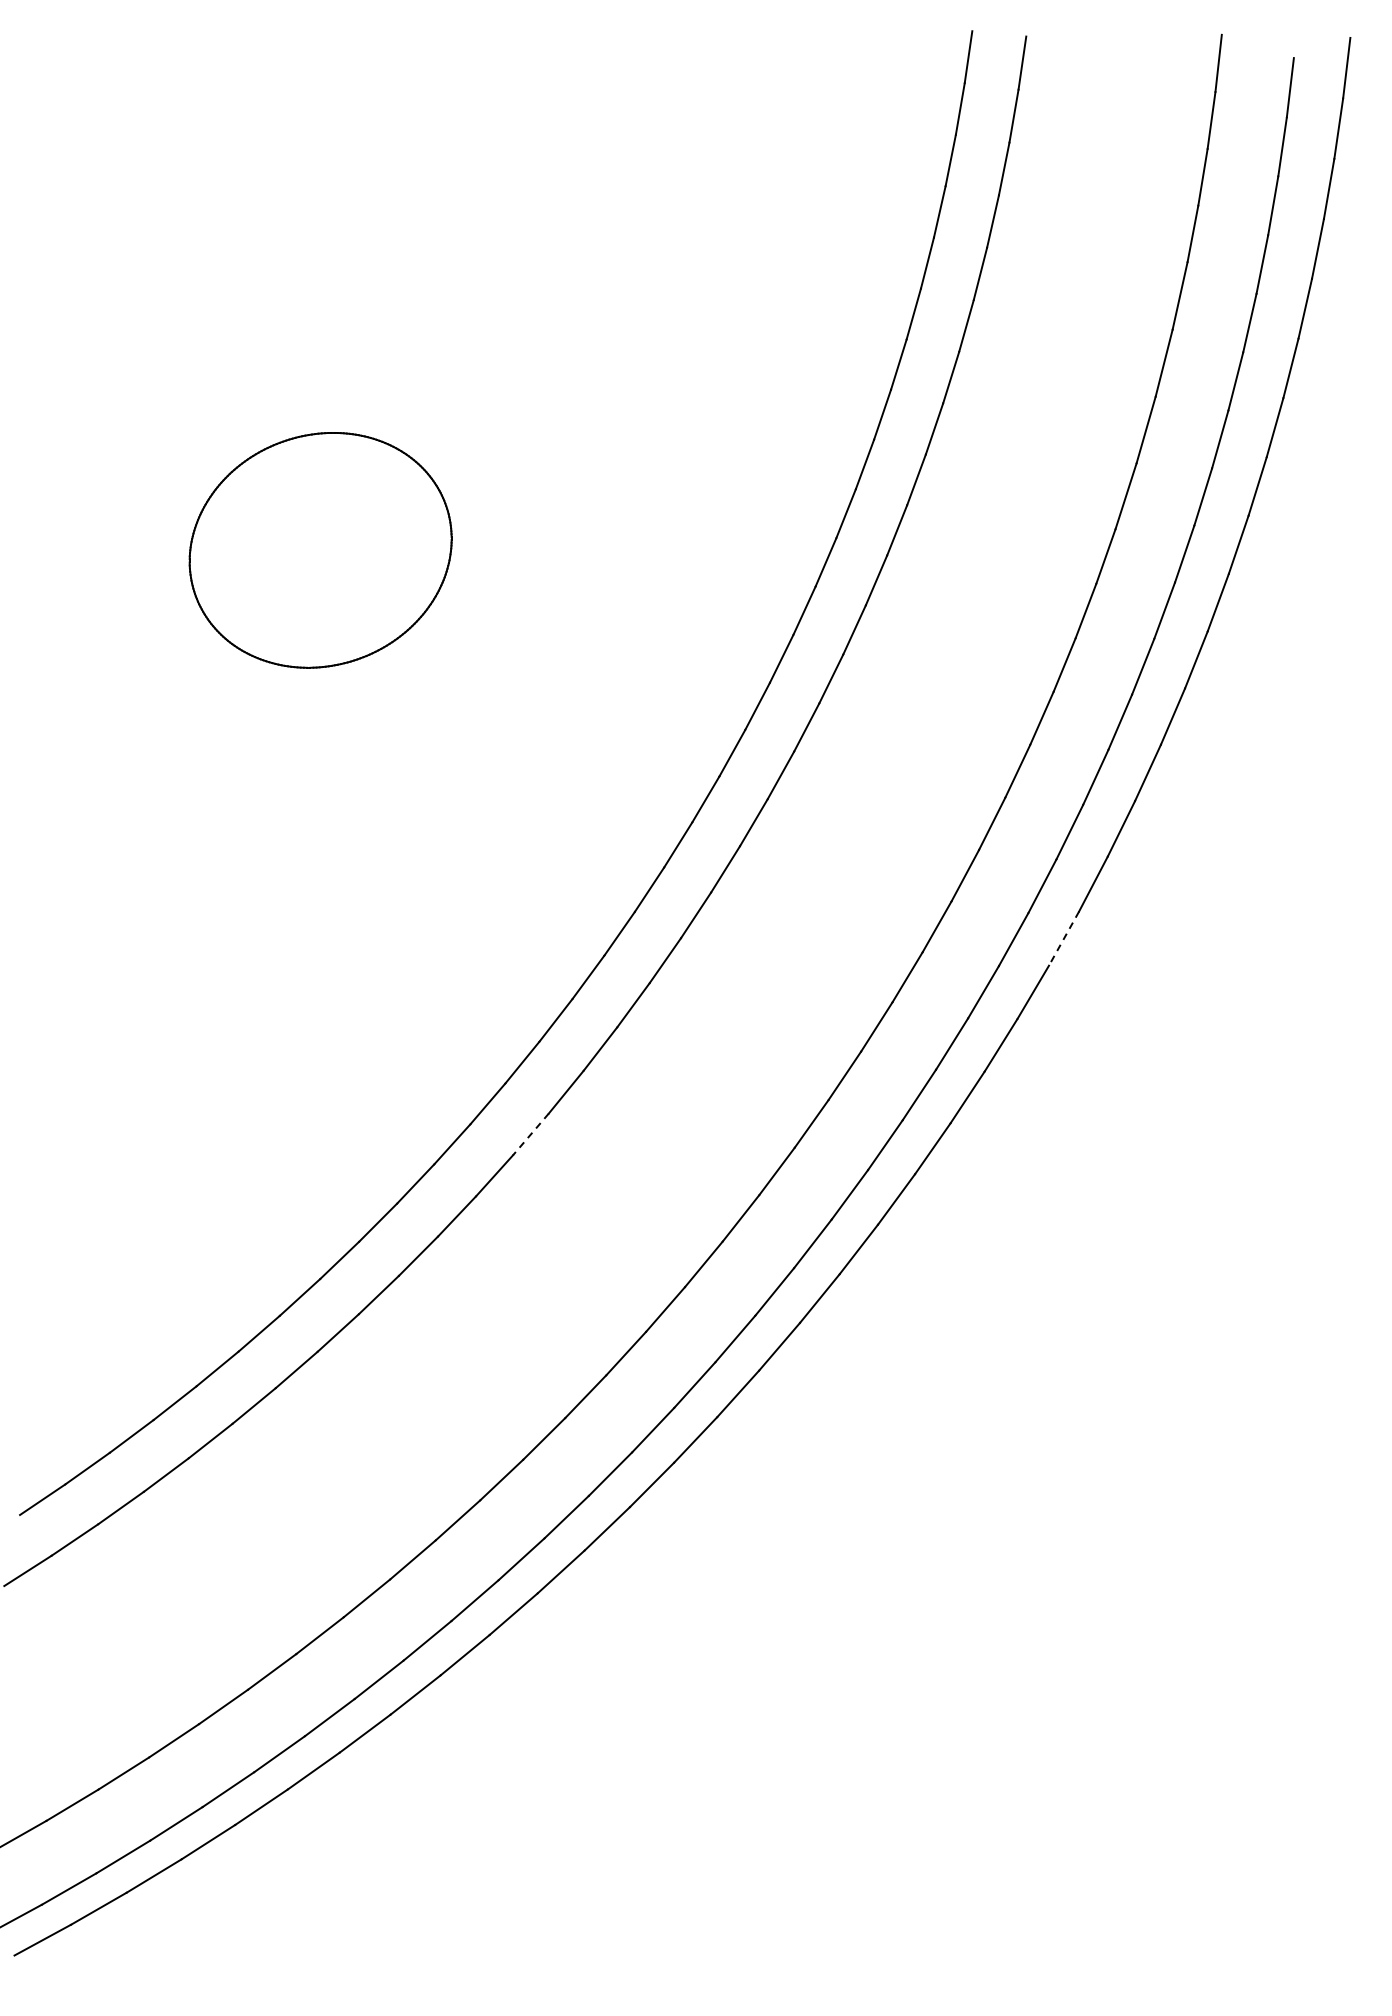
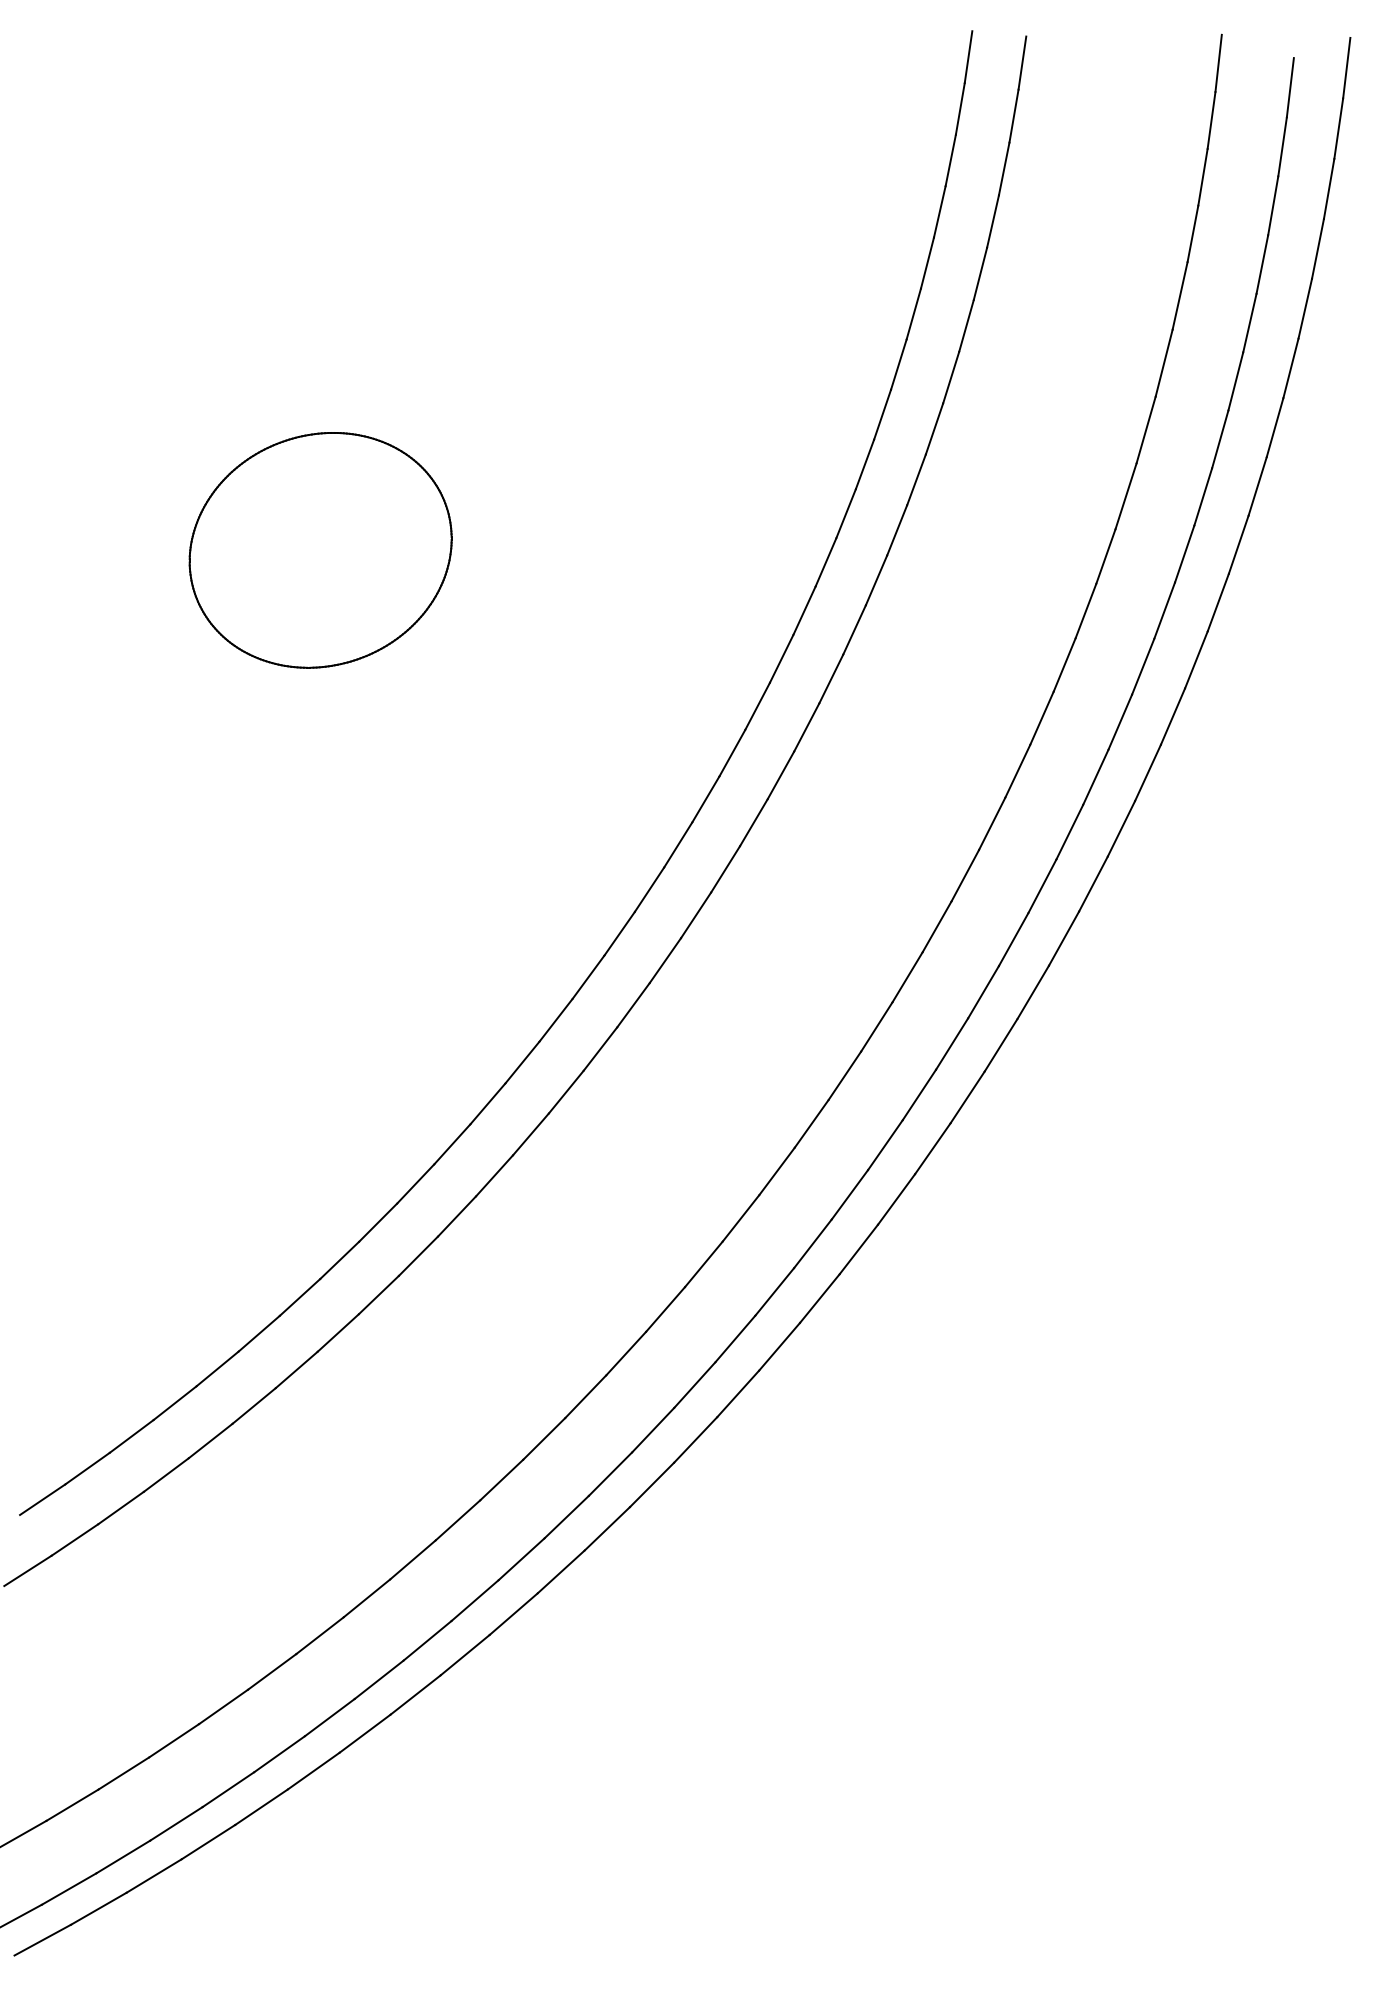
line at (1064, 938): dashed -> solid
line at (530, 1134): dashed -> solid
